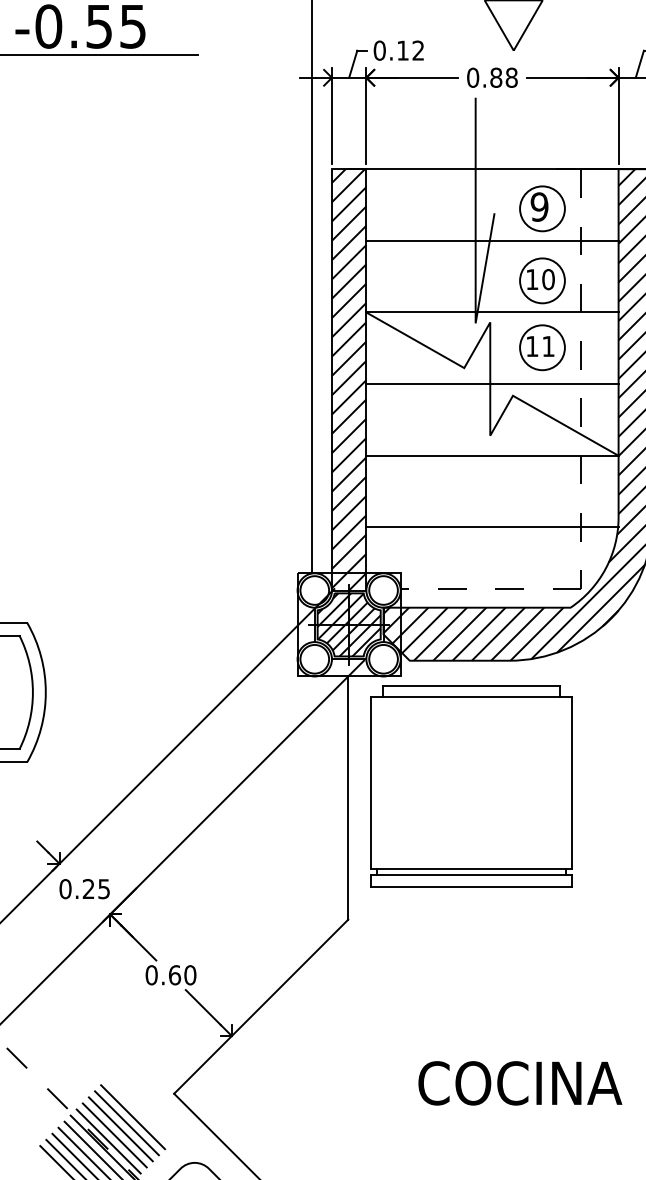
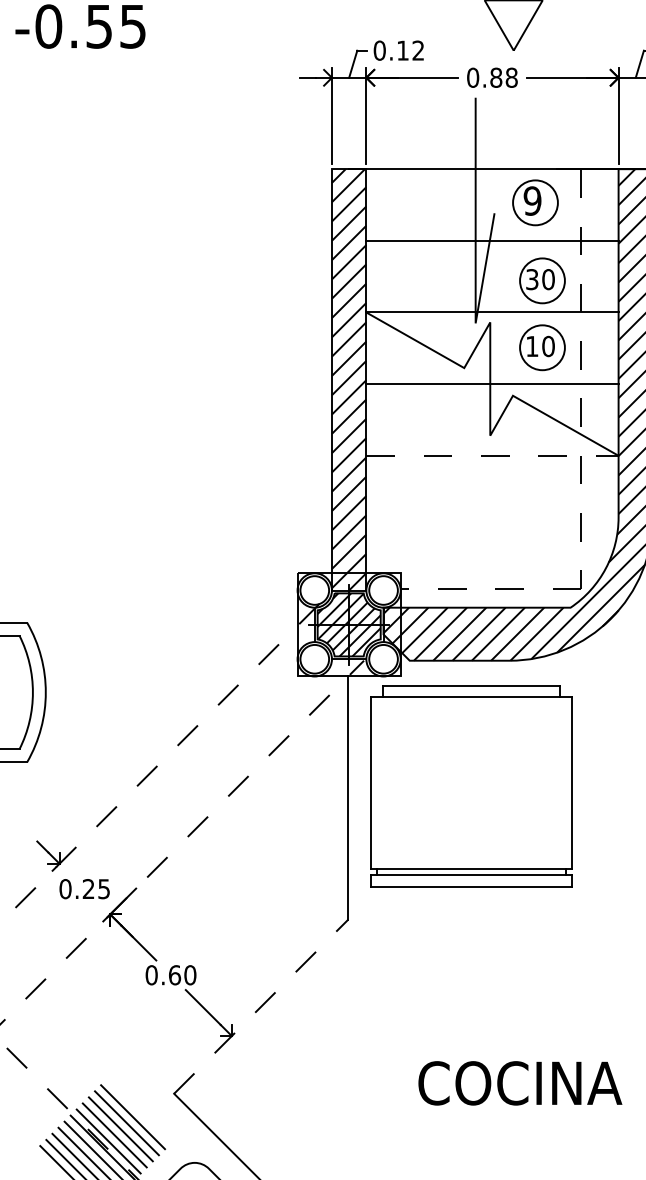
line at (99, 55): present -> none
part at (542, 208) position: (542, 208) -> (535, 202)
text at (532, 279): 10 -> 30
line at (311, 287): present -> none
text at (548, 346): 11 -> 10
line at (492, 455): solid -> dashed
line at (492, 527): present -> none
line at (167, 755): solid -> dashed
line at (182, 842): solid -> dashed
line at (261, 1006): solid -> dashed
